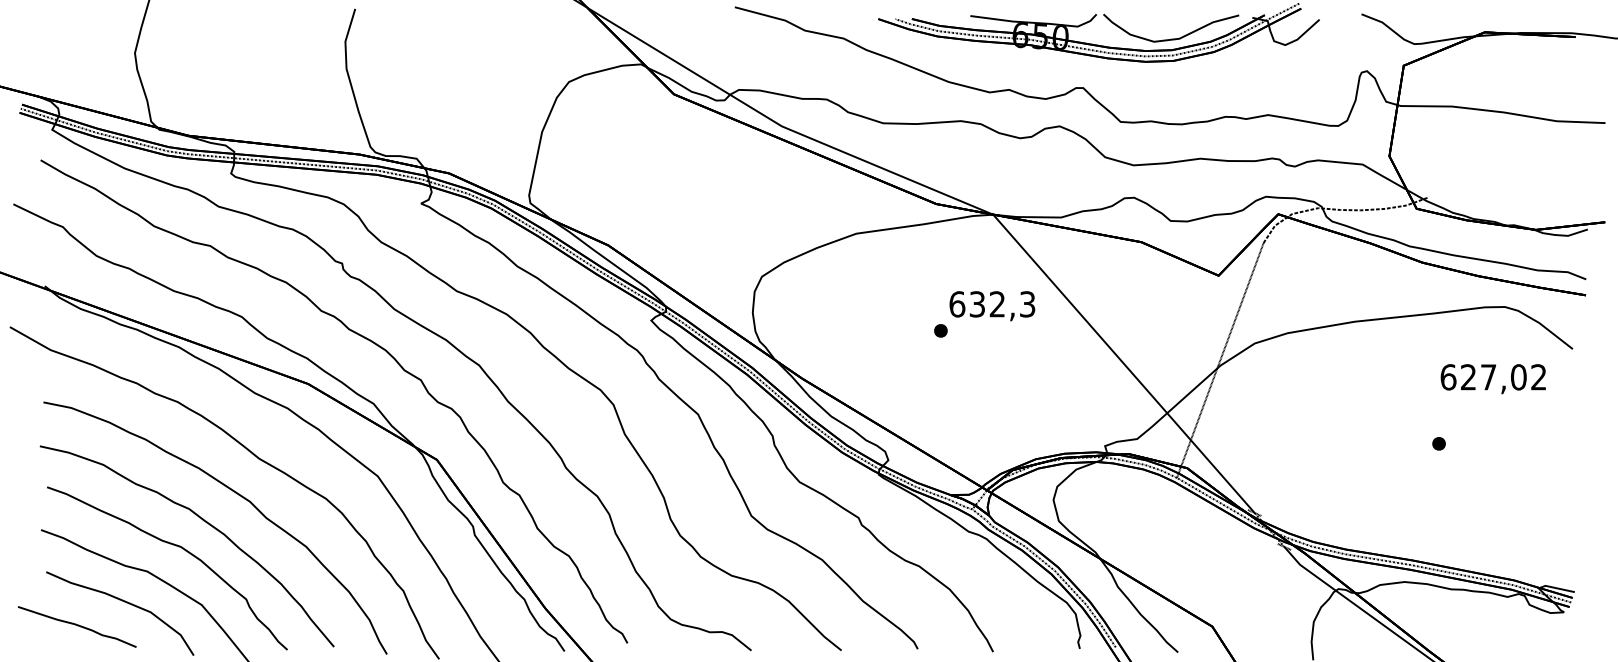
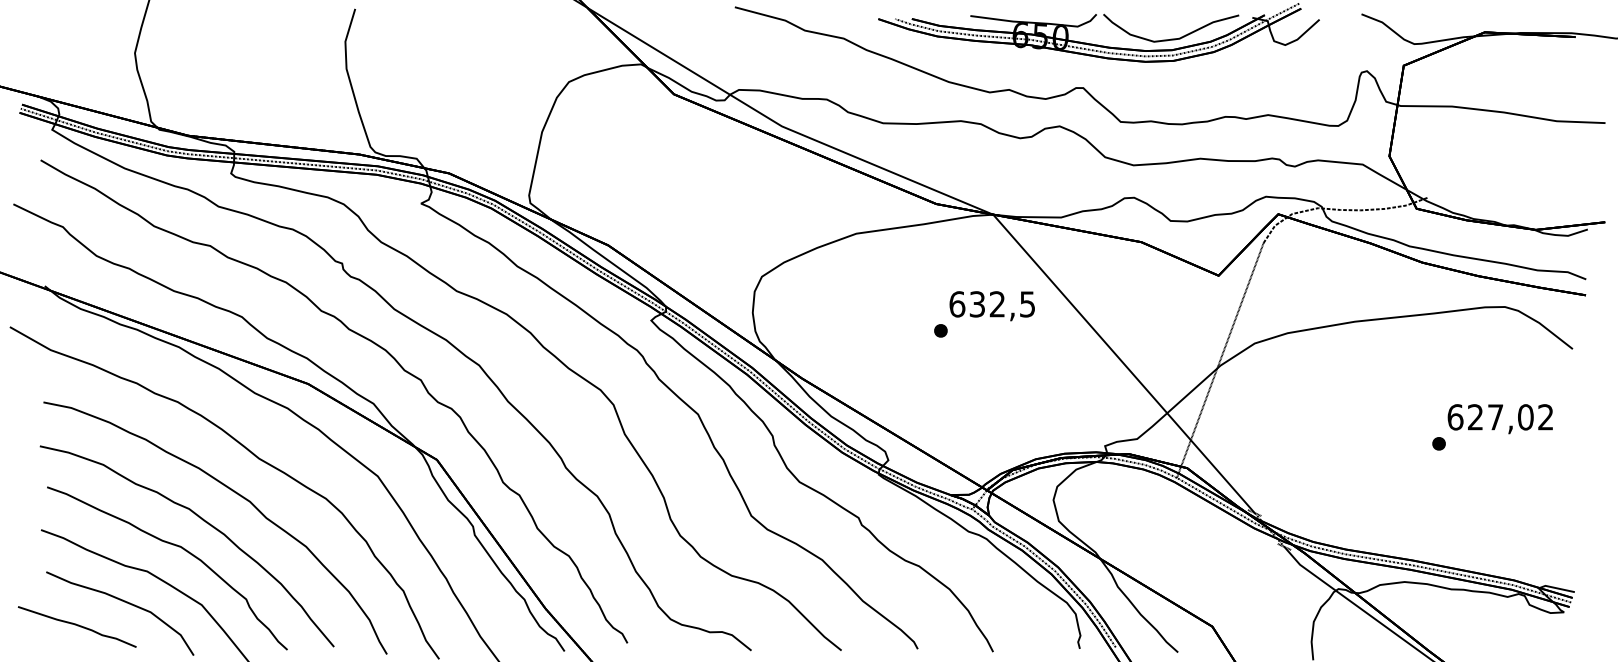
text at (1027, 303): 632,3 -> 632,5
text at (1492, 379) position: (1492, 379) -> (1499, 419)
